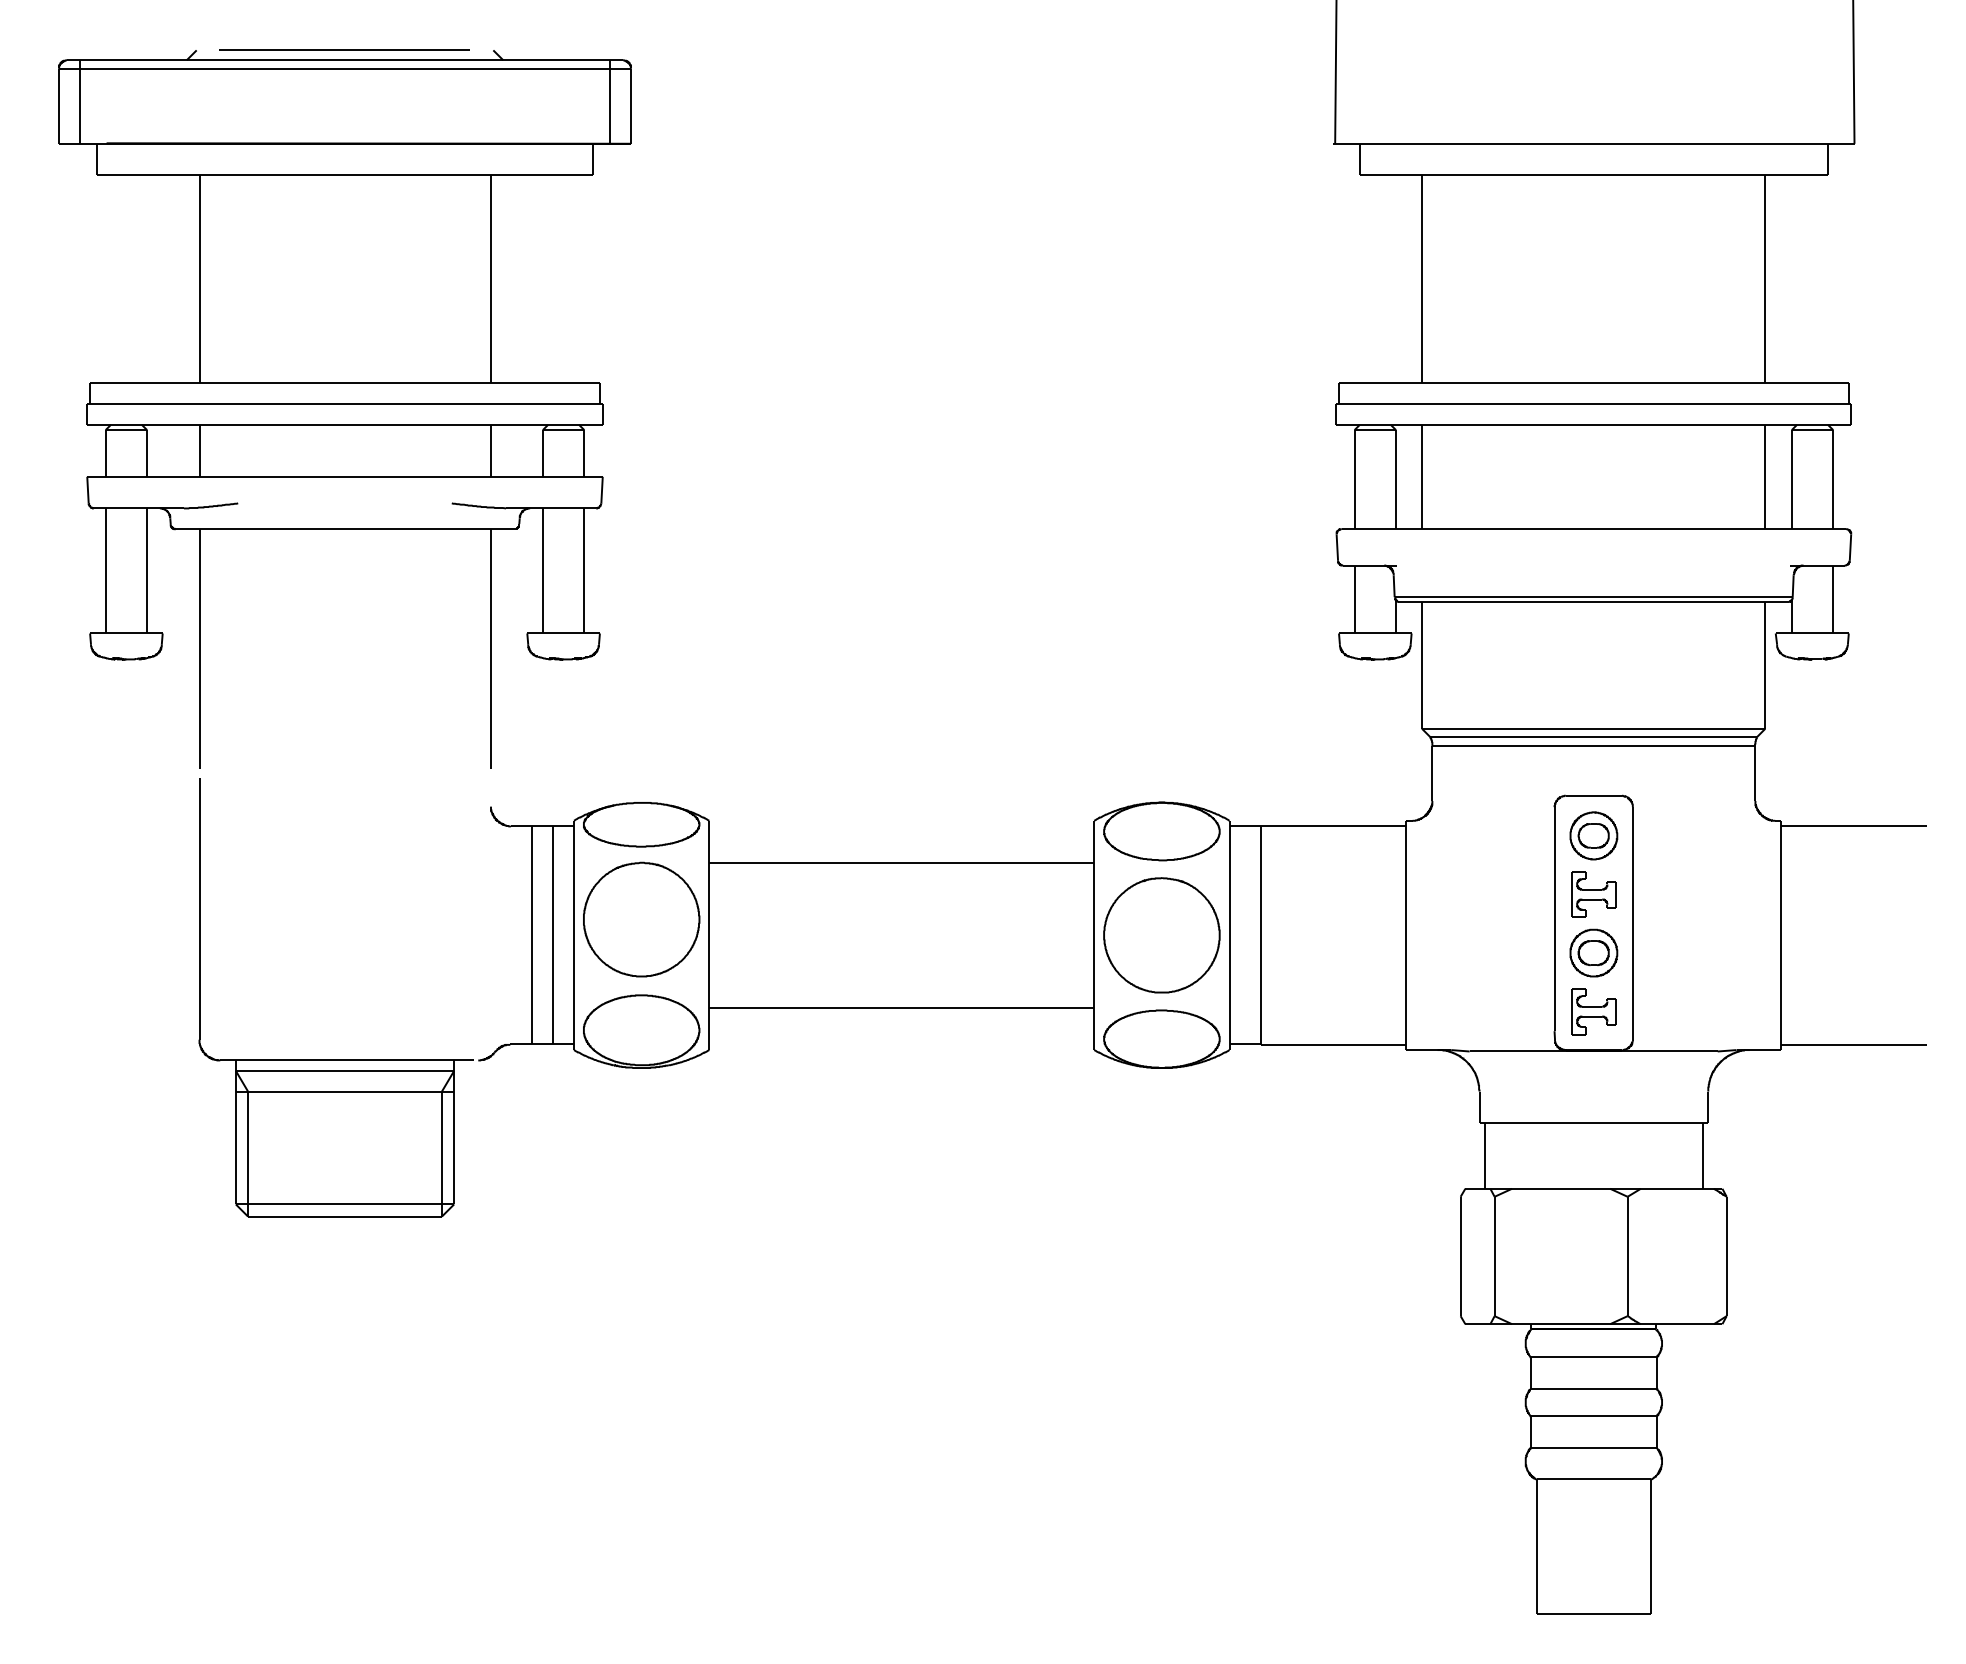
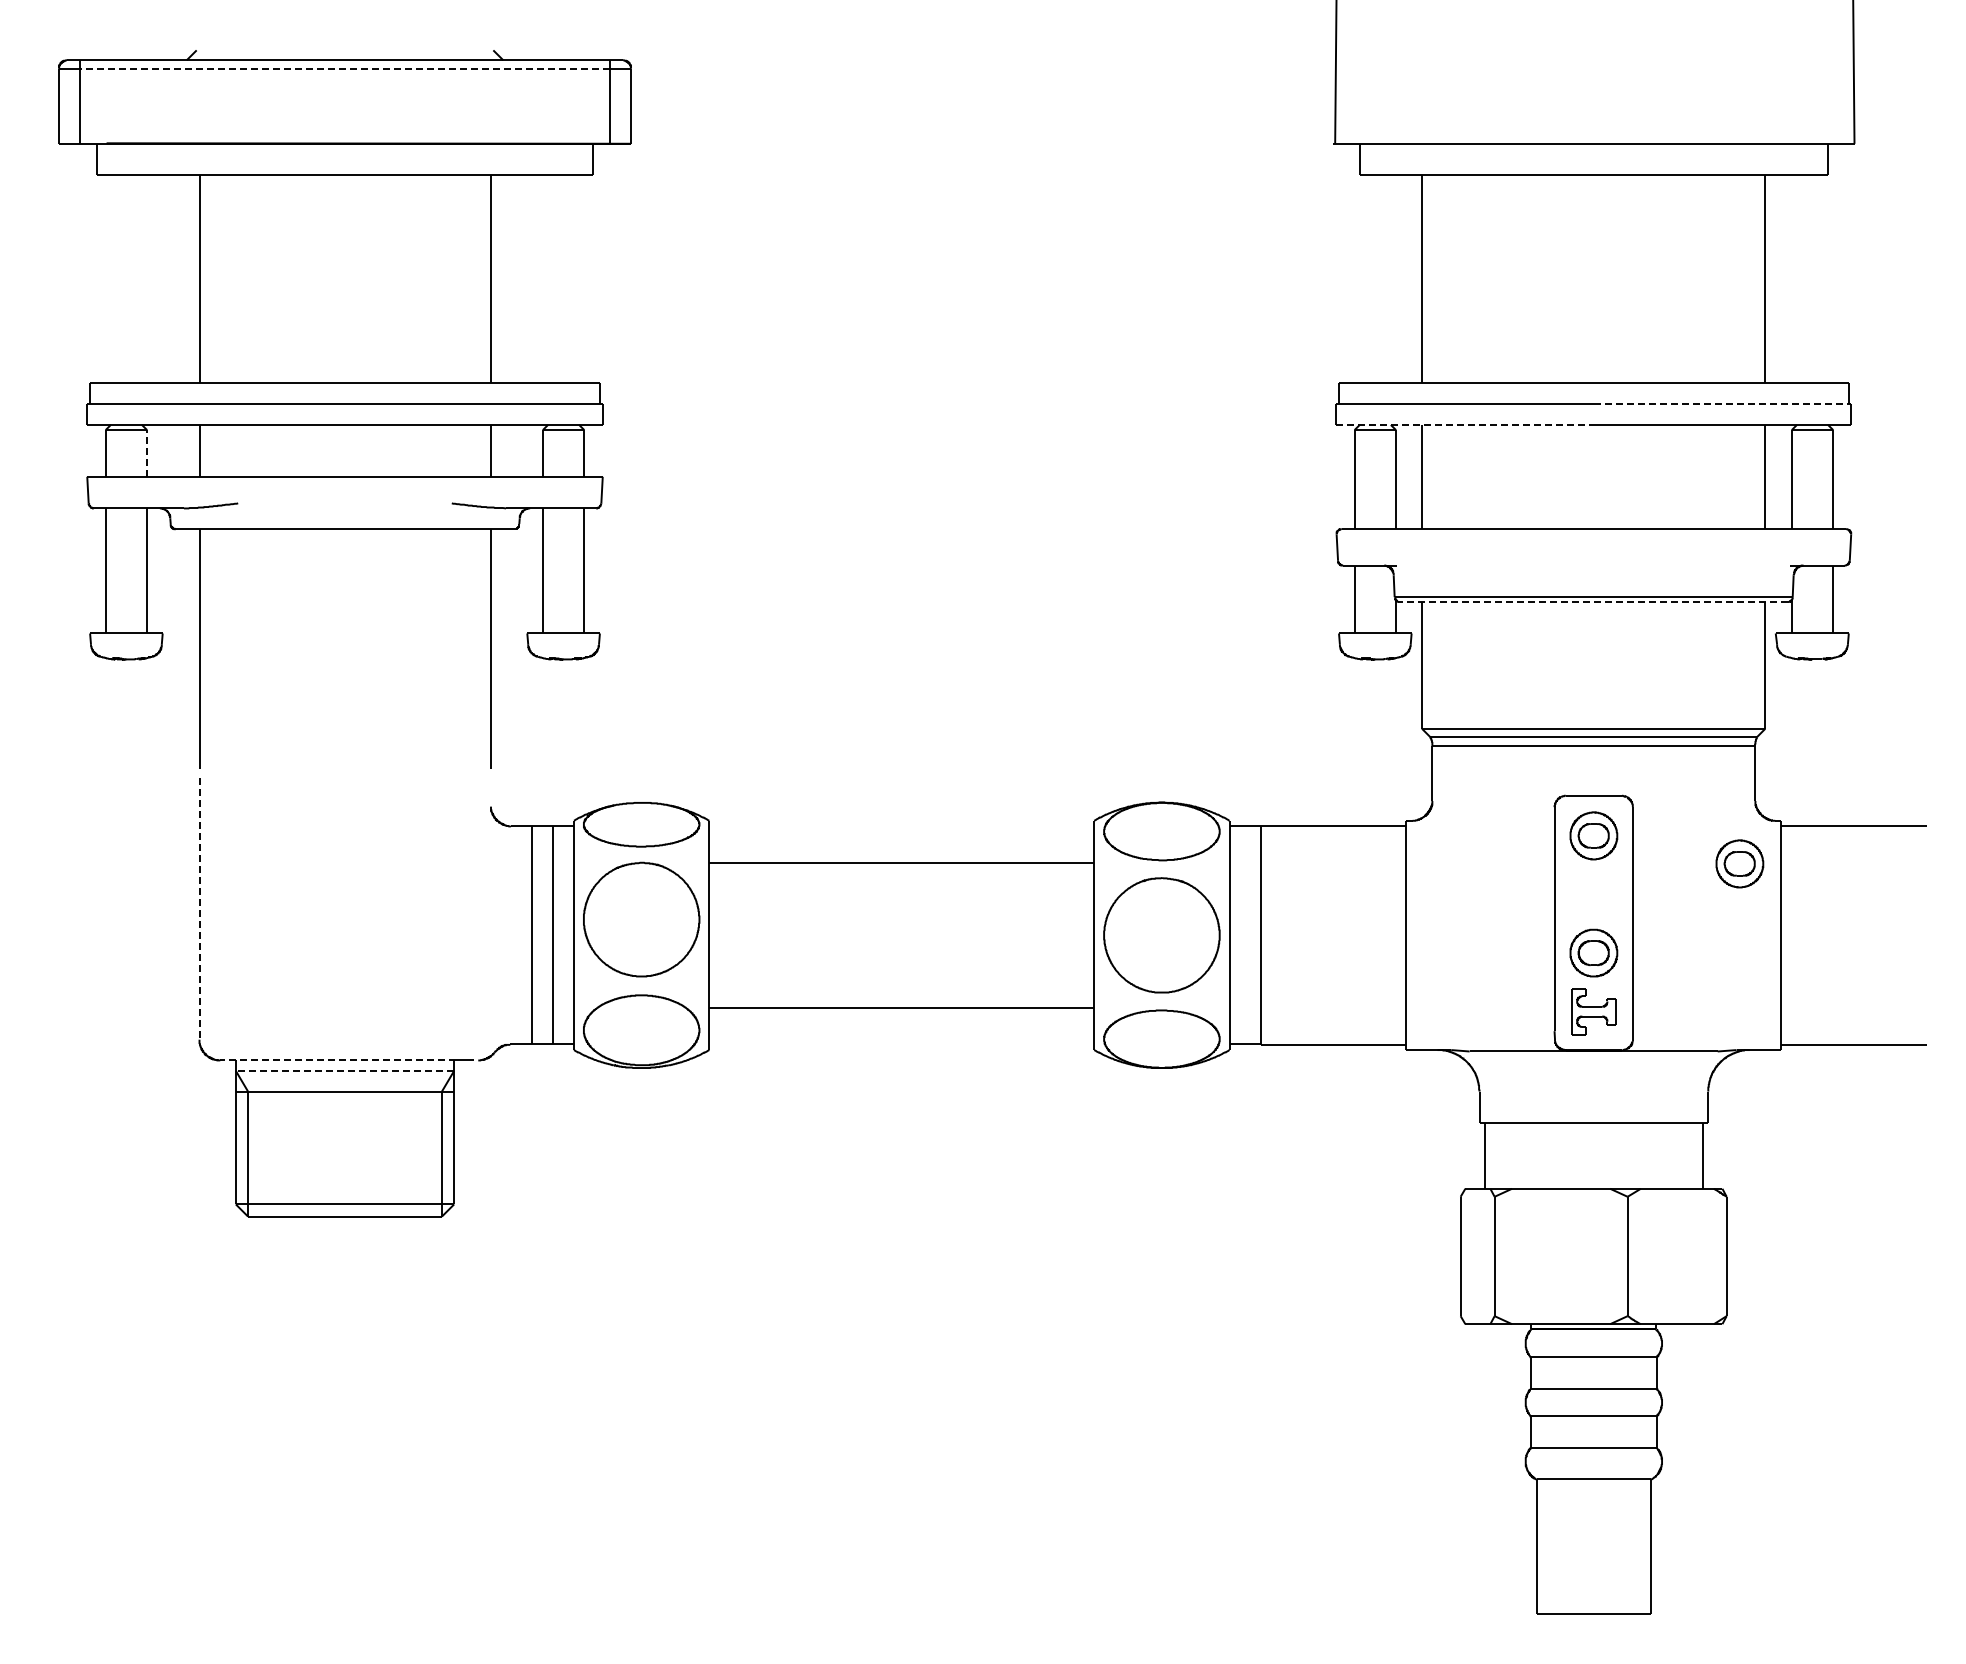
line at (344, 49): present -> none
line at (344, 68): solid -> dashed
line at (1722, 404): solid -> dashed
line at (1464, 424): solid -> dashed
line at (147, 453): solid -> dashed
line at (1593, 601): solid -> dashed
part at (1739, 863): none -> present
part at (1593, 894): present -> none
line at (199, 909): solid -> dashed
line at (337, 1060): solid -> dashed
line at (344, 1070): solid -> dashed
